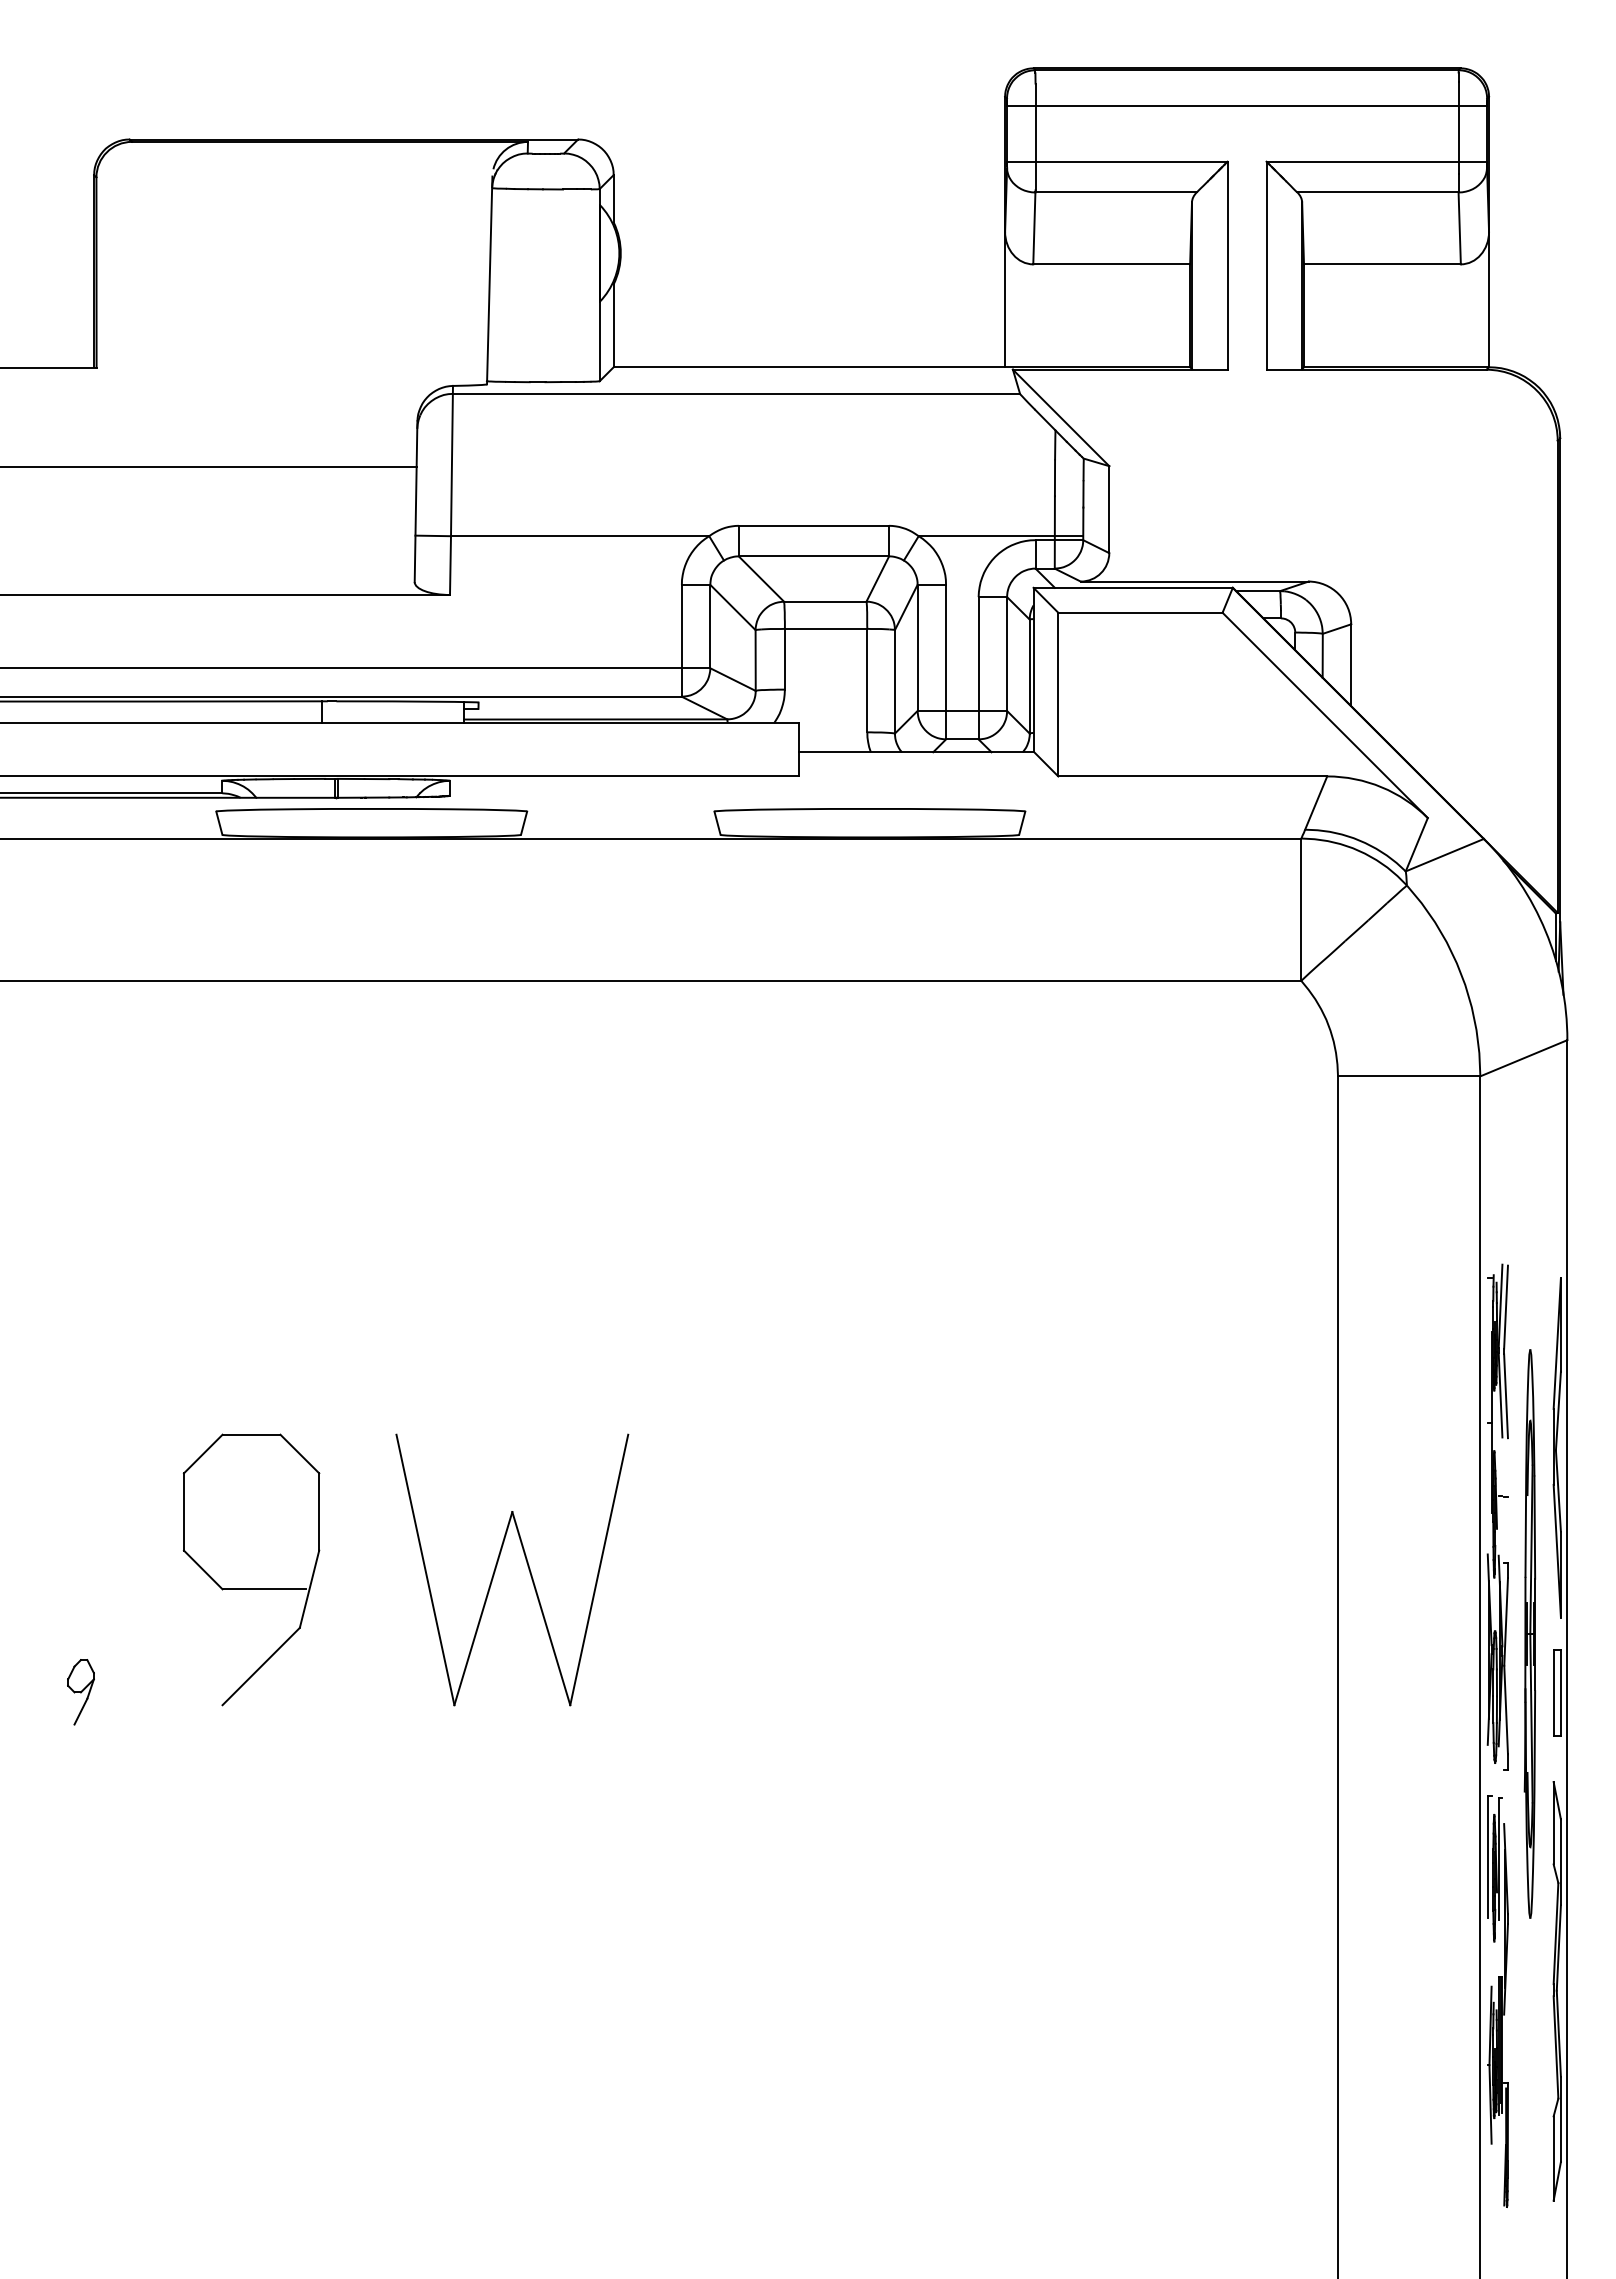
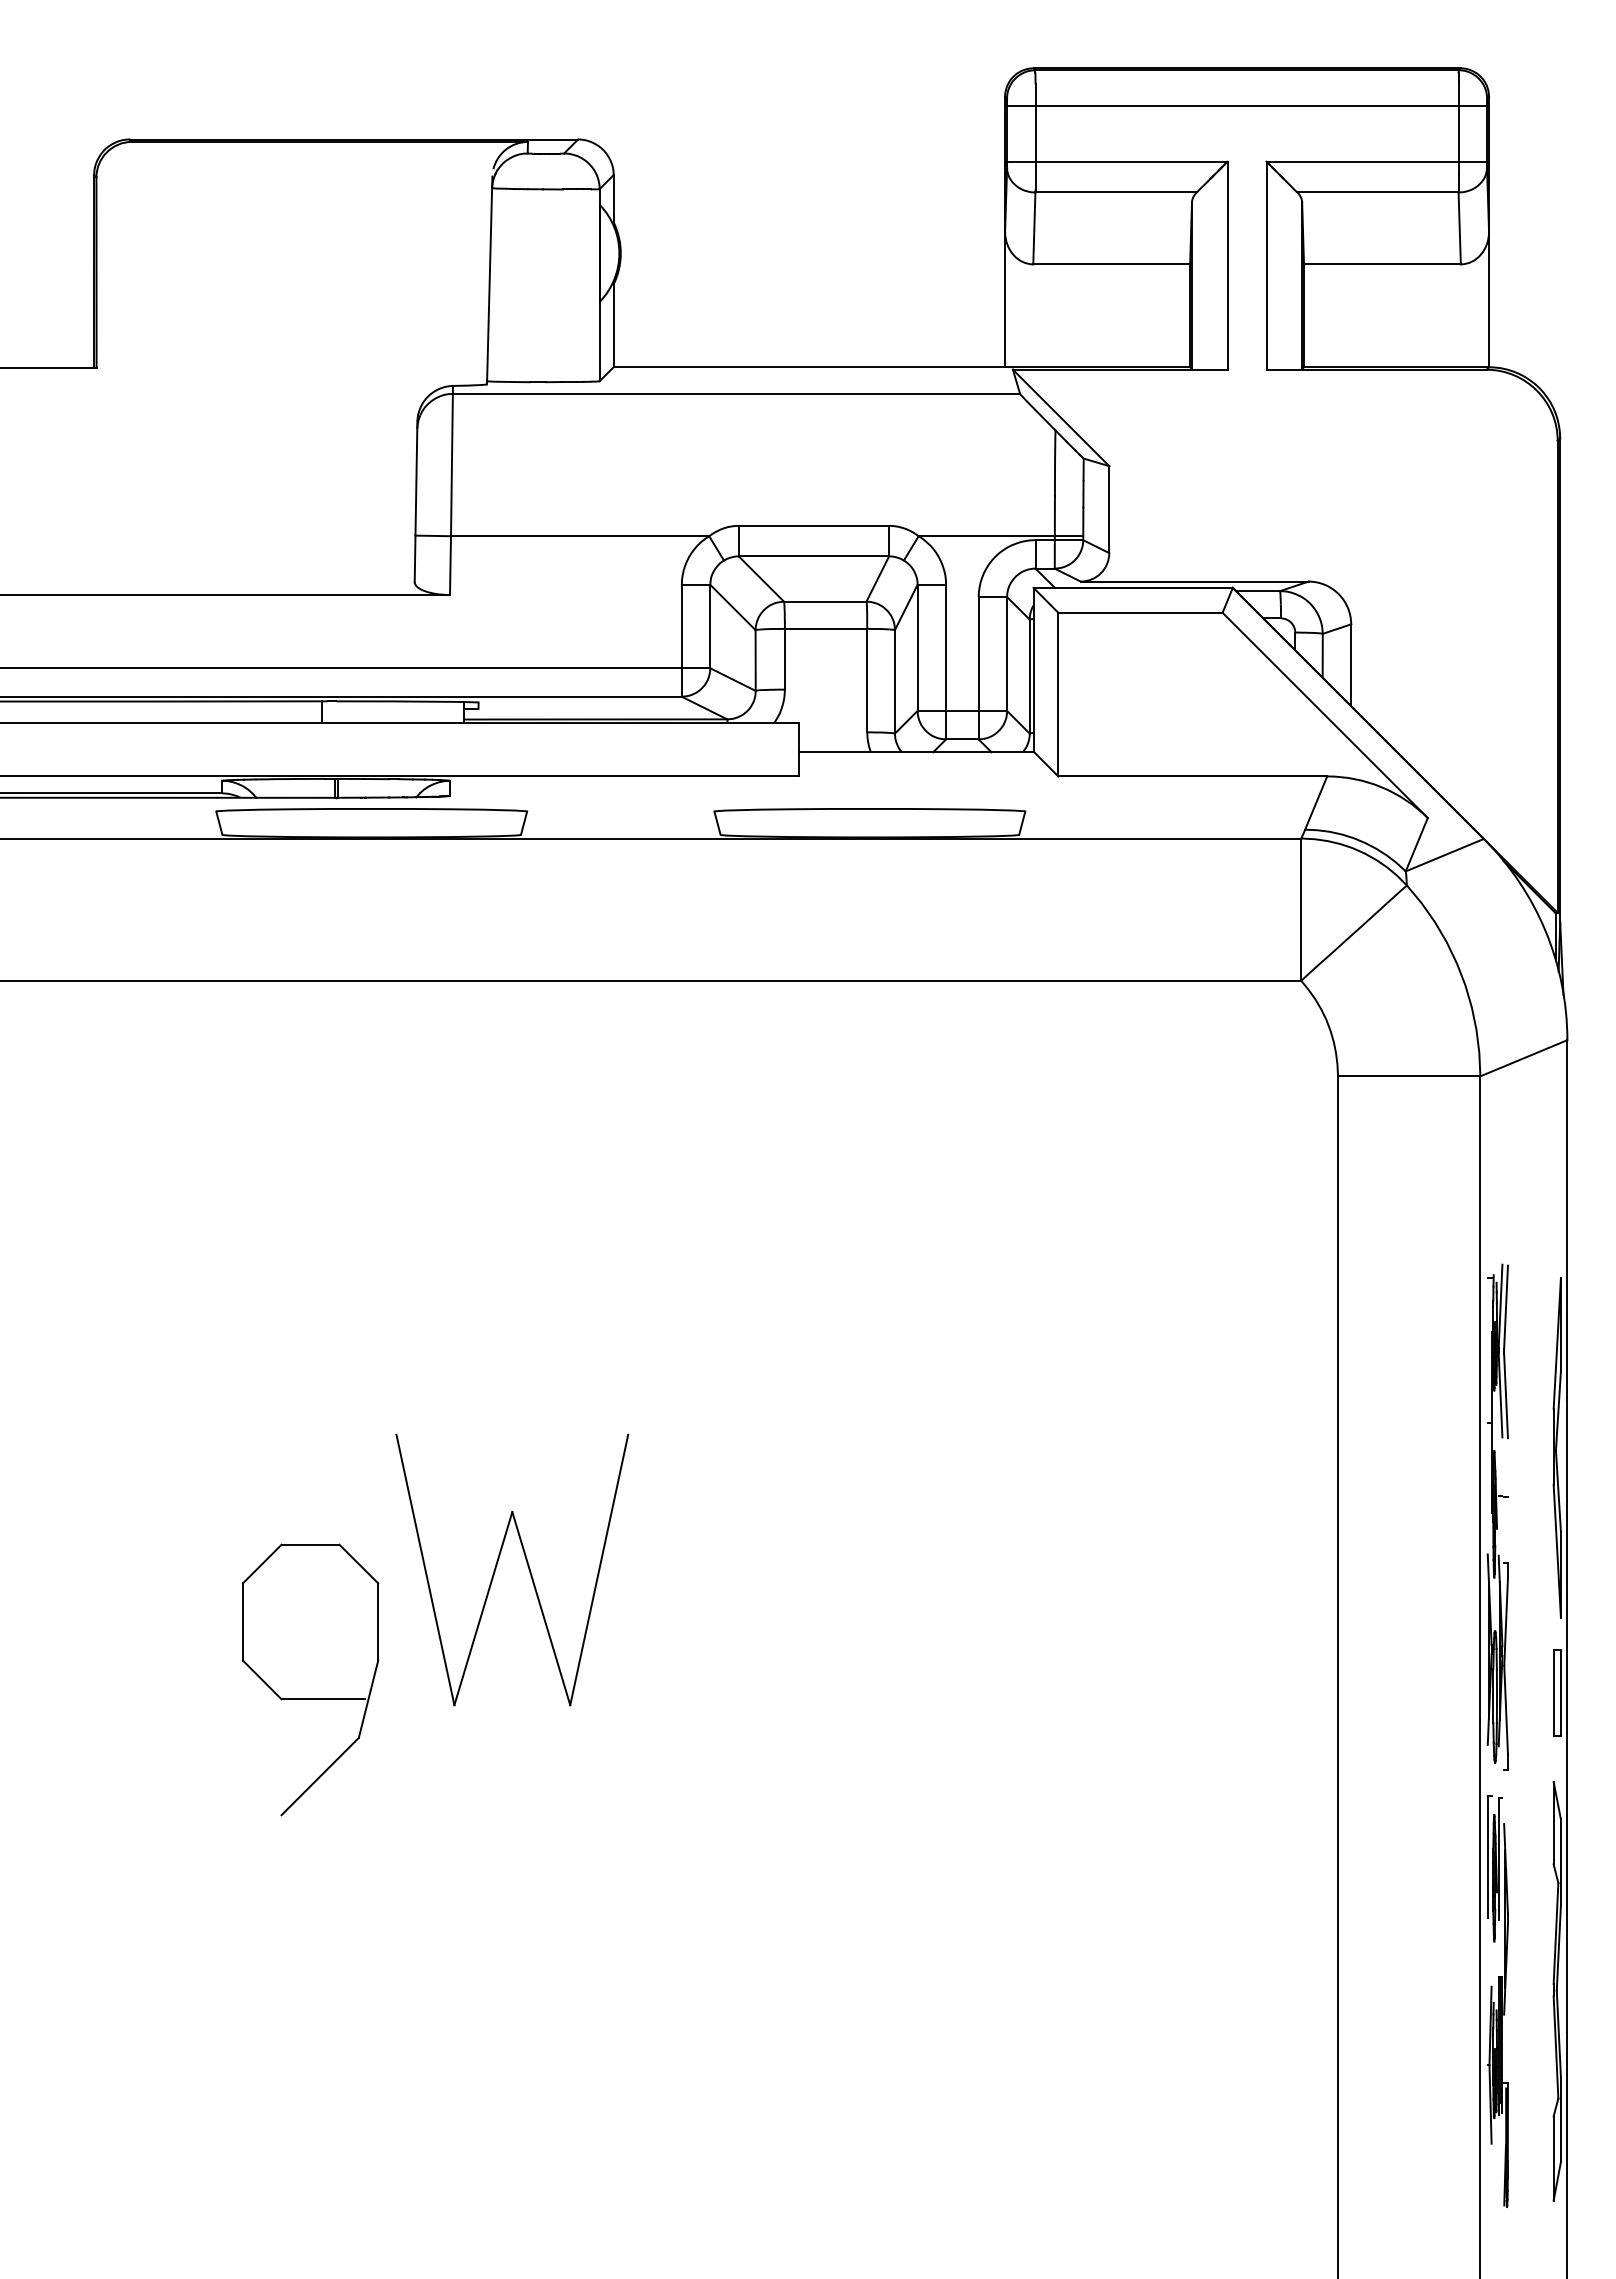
line at (209, 466): present -> none
part at (251, 1588) position: (251, 1588) -> (310, 1698)
part at (1529, 1633): present -> none
part at (80, 1692): present -> none
